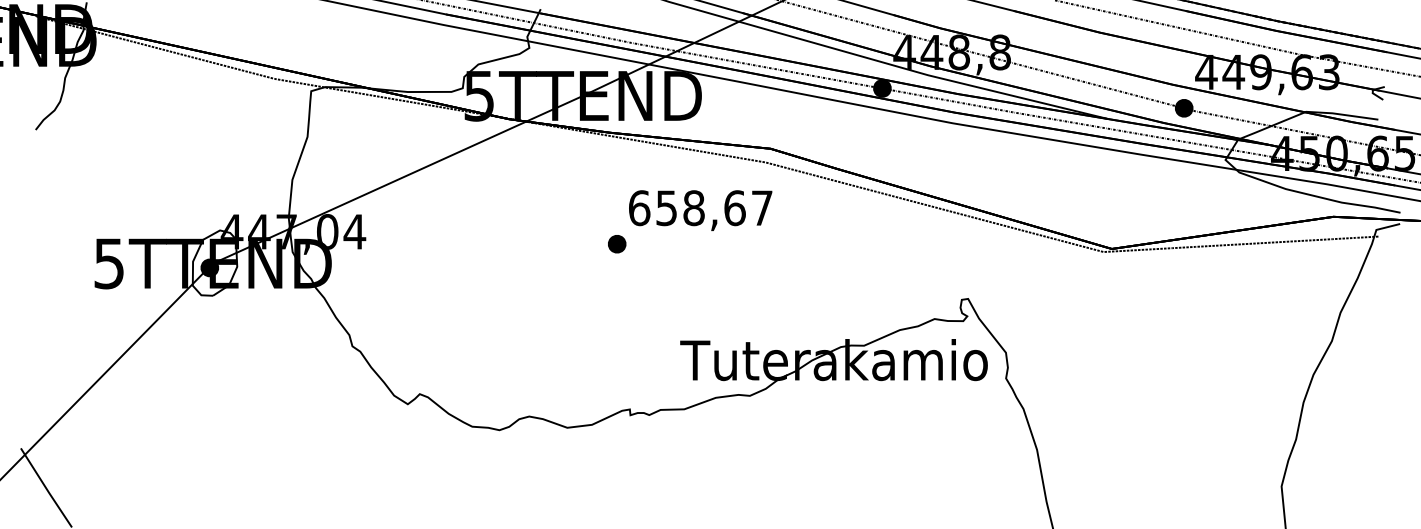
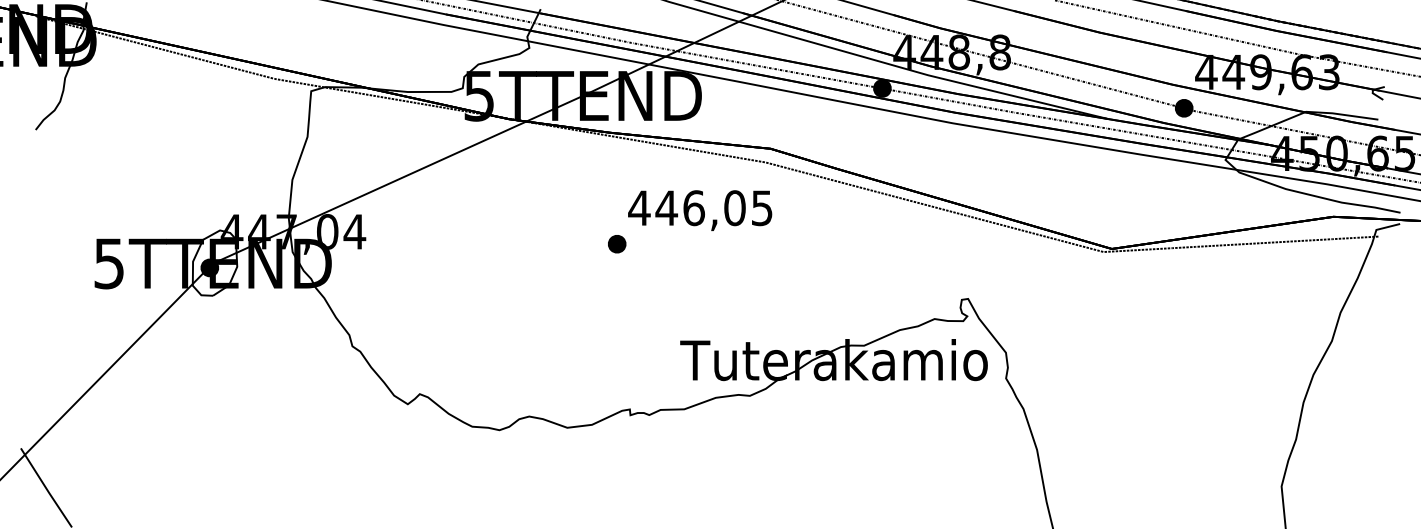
text at (700, 208): 658,67 -> 446,05
